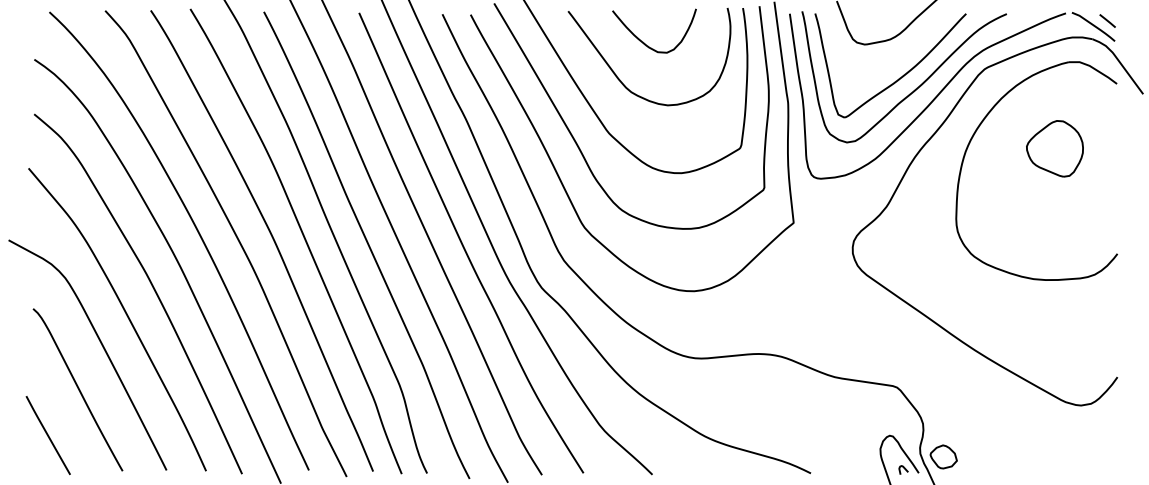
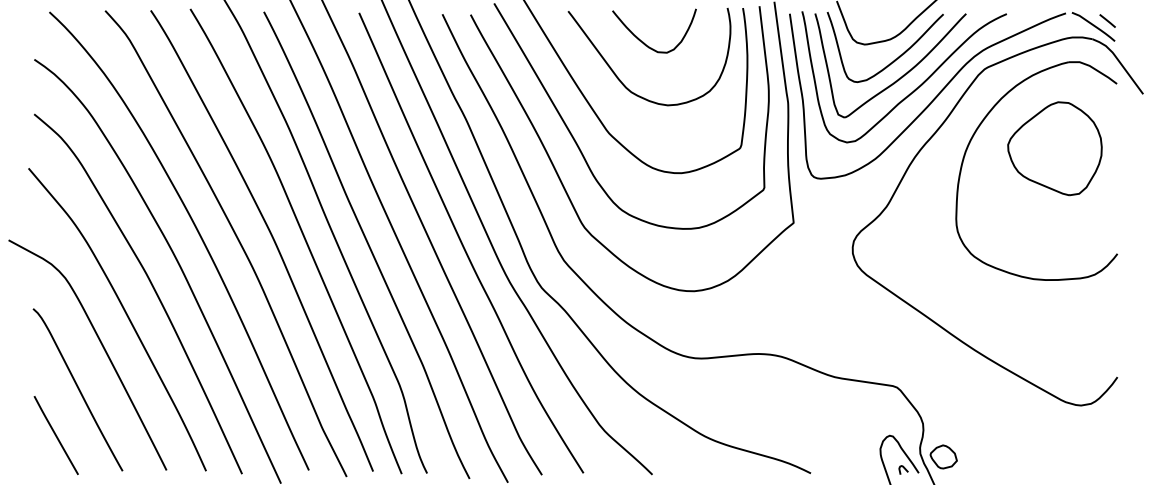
curve at (894, 59): none -> present
part at (1054, 148) size: 58x58 px -> 96x96 px
line at (47, 435) position: (47, 435) -> (55, 435)
